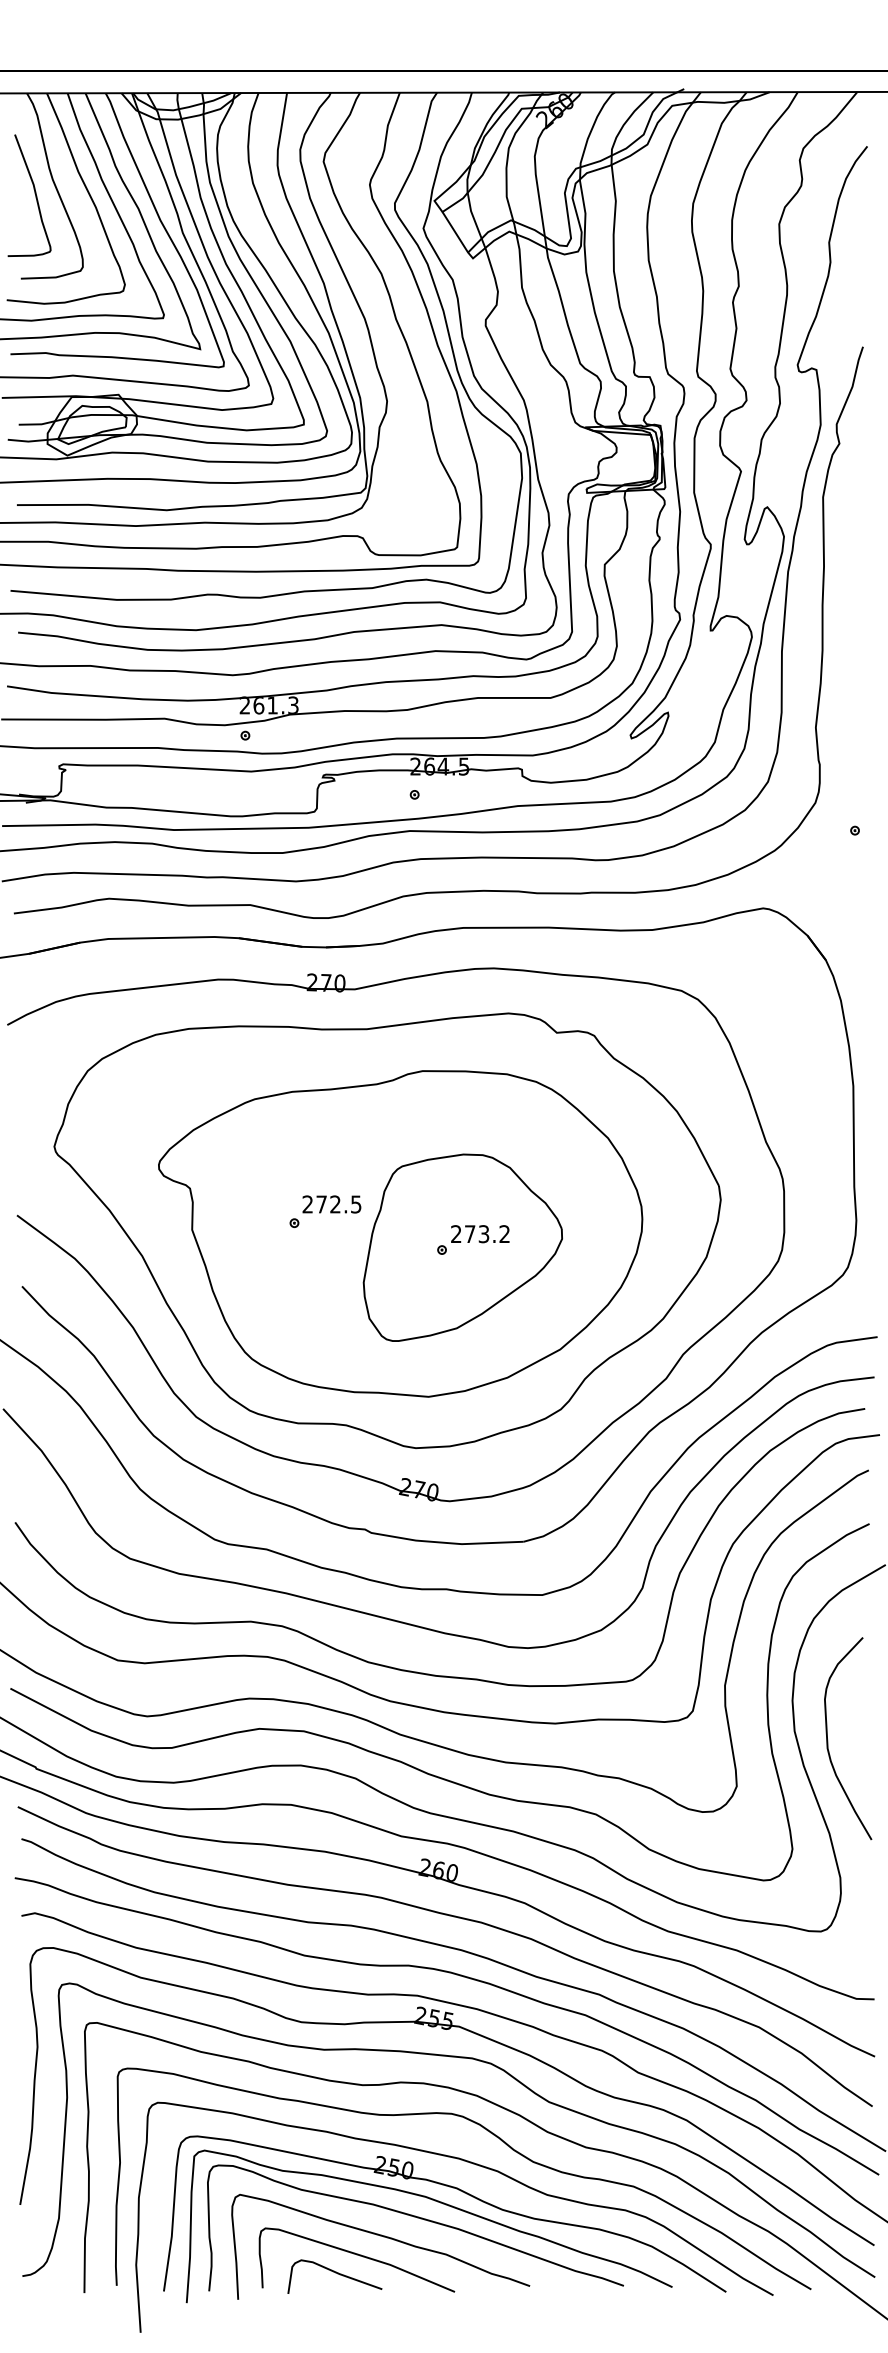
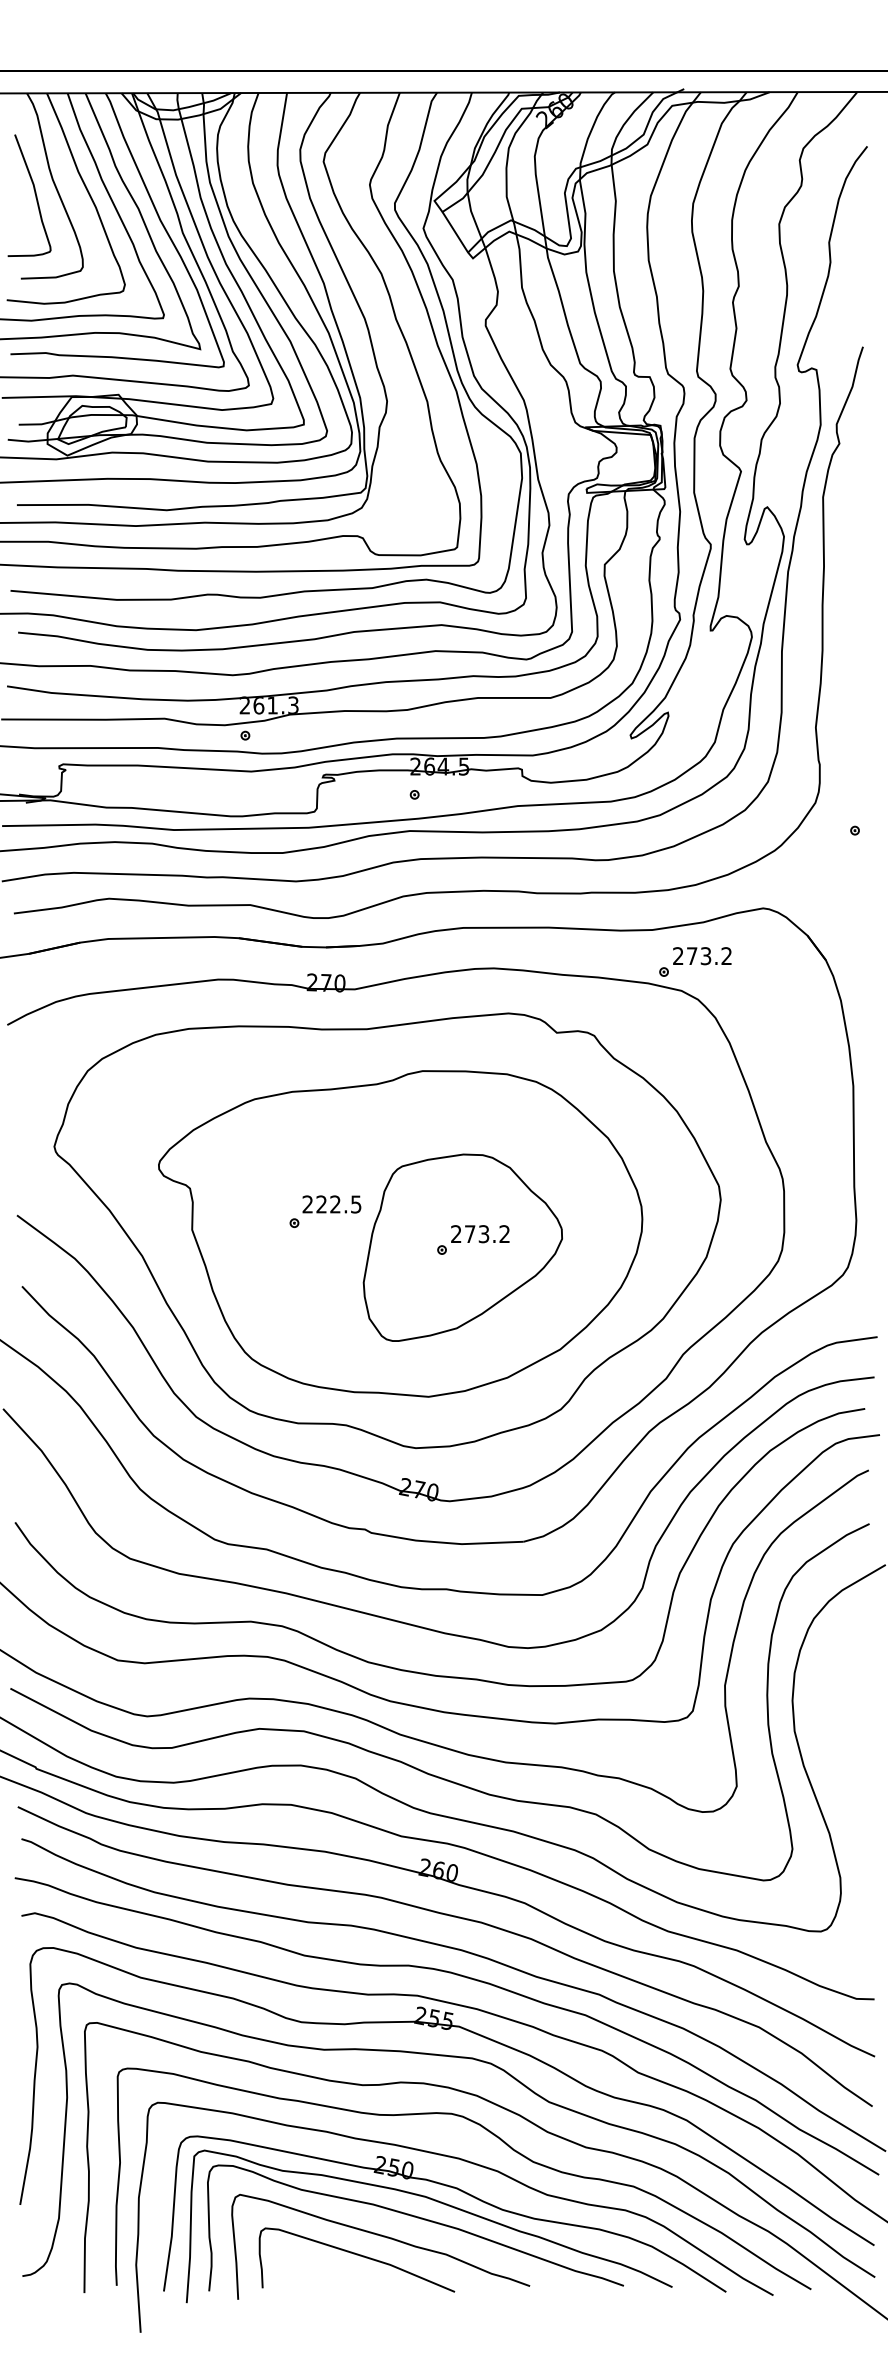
part at (695, 961): none -> present
text at (321, 1204): 272.5 -> 222.5
curve at (828, 1740): present -> none
curve at (335, 2273): present -> none
